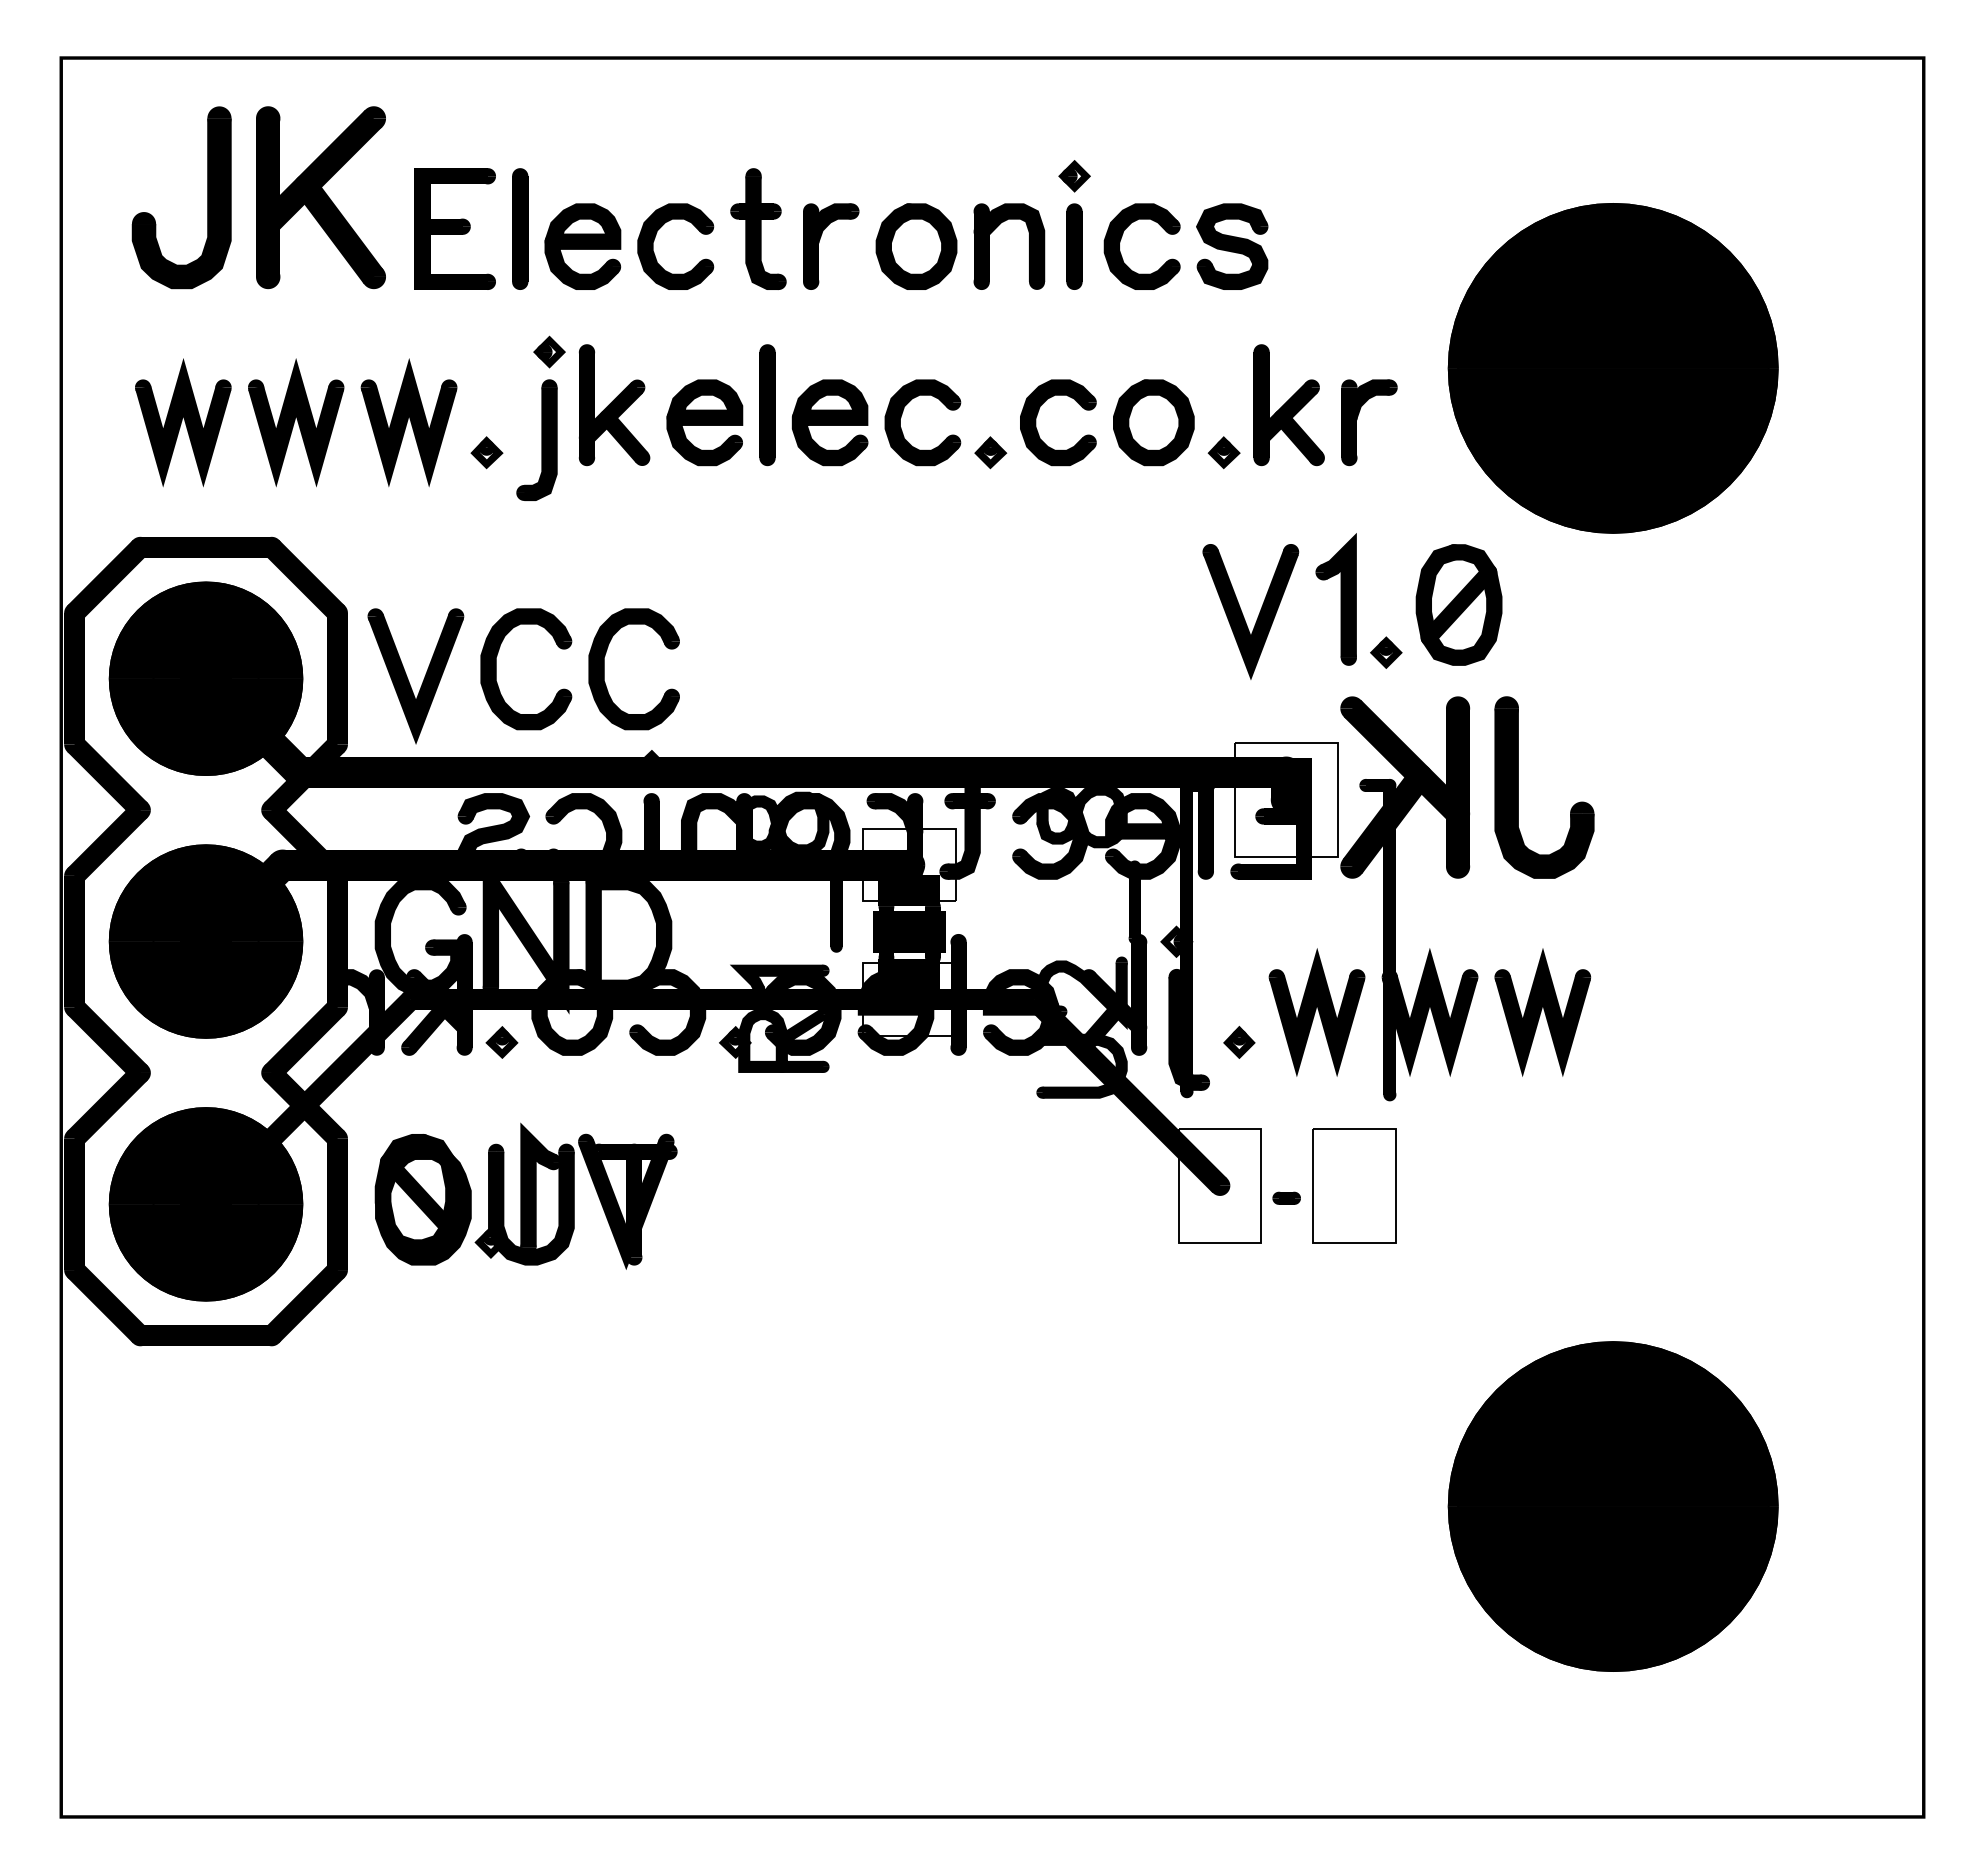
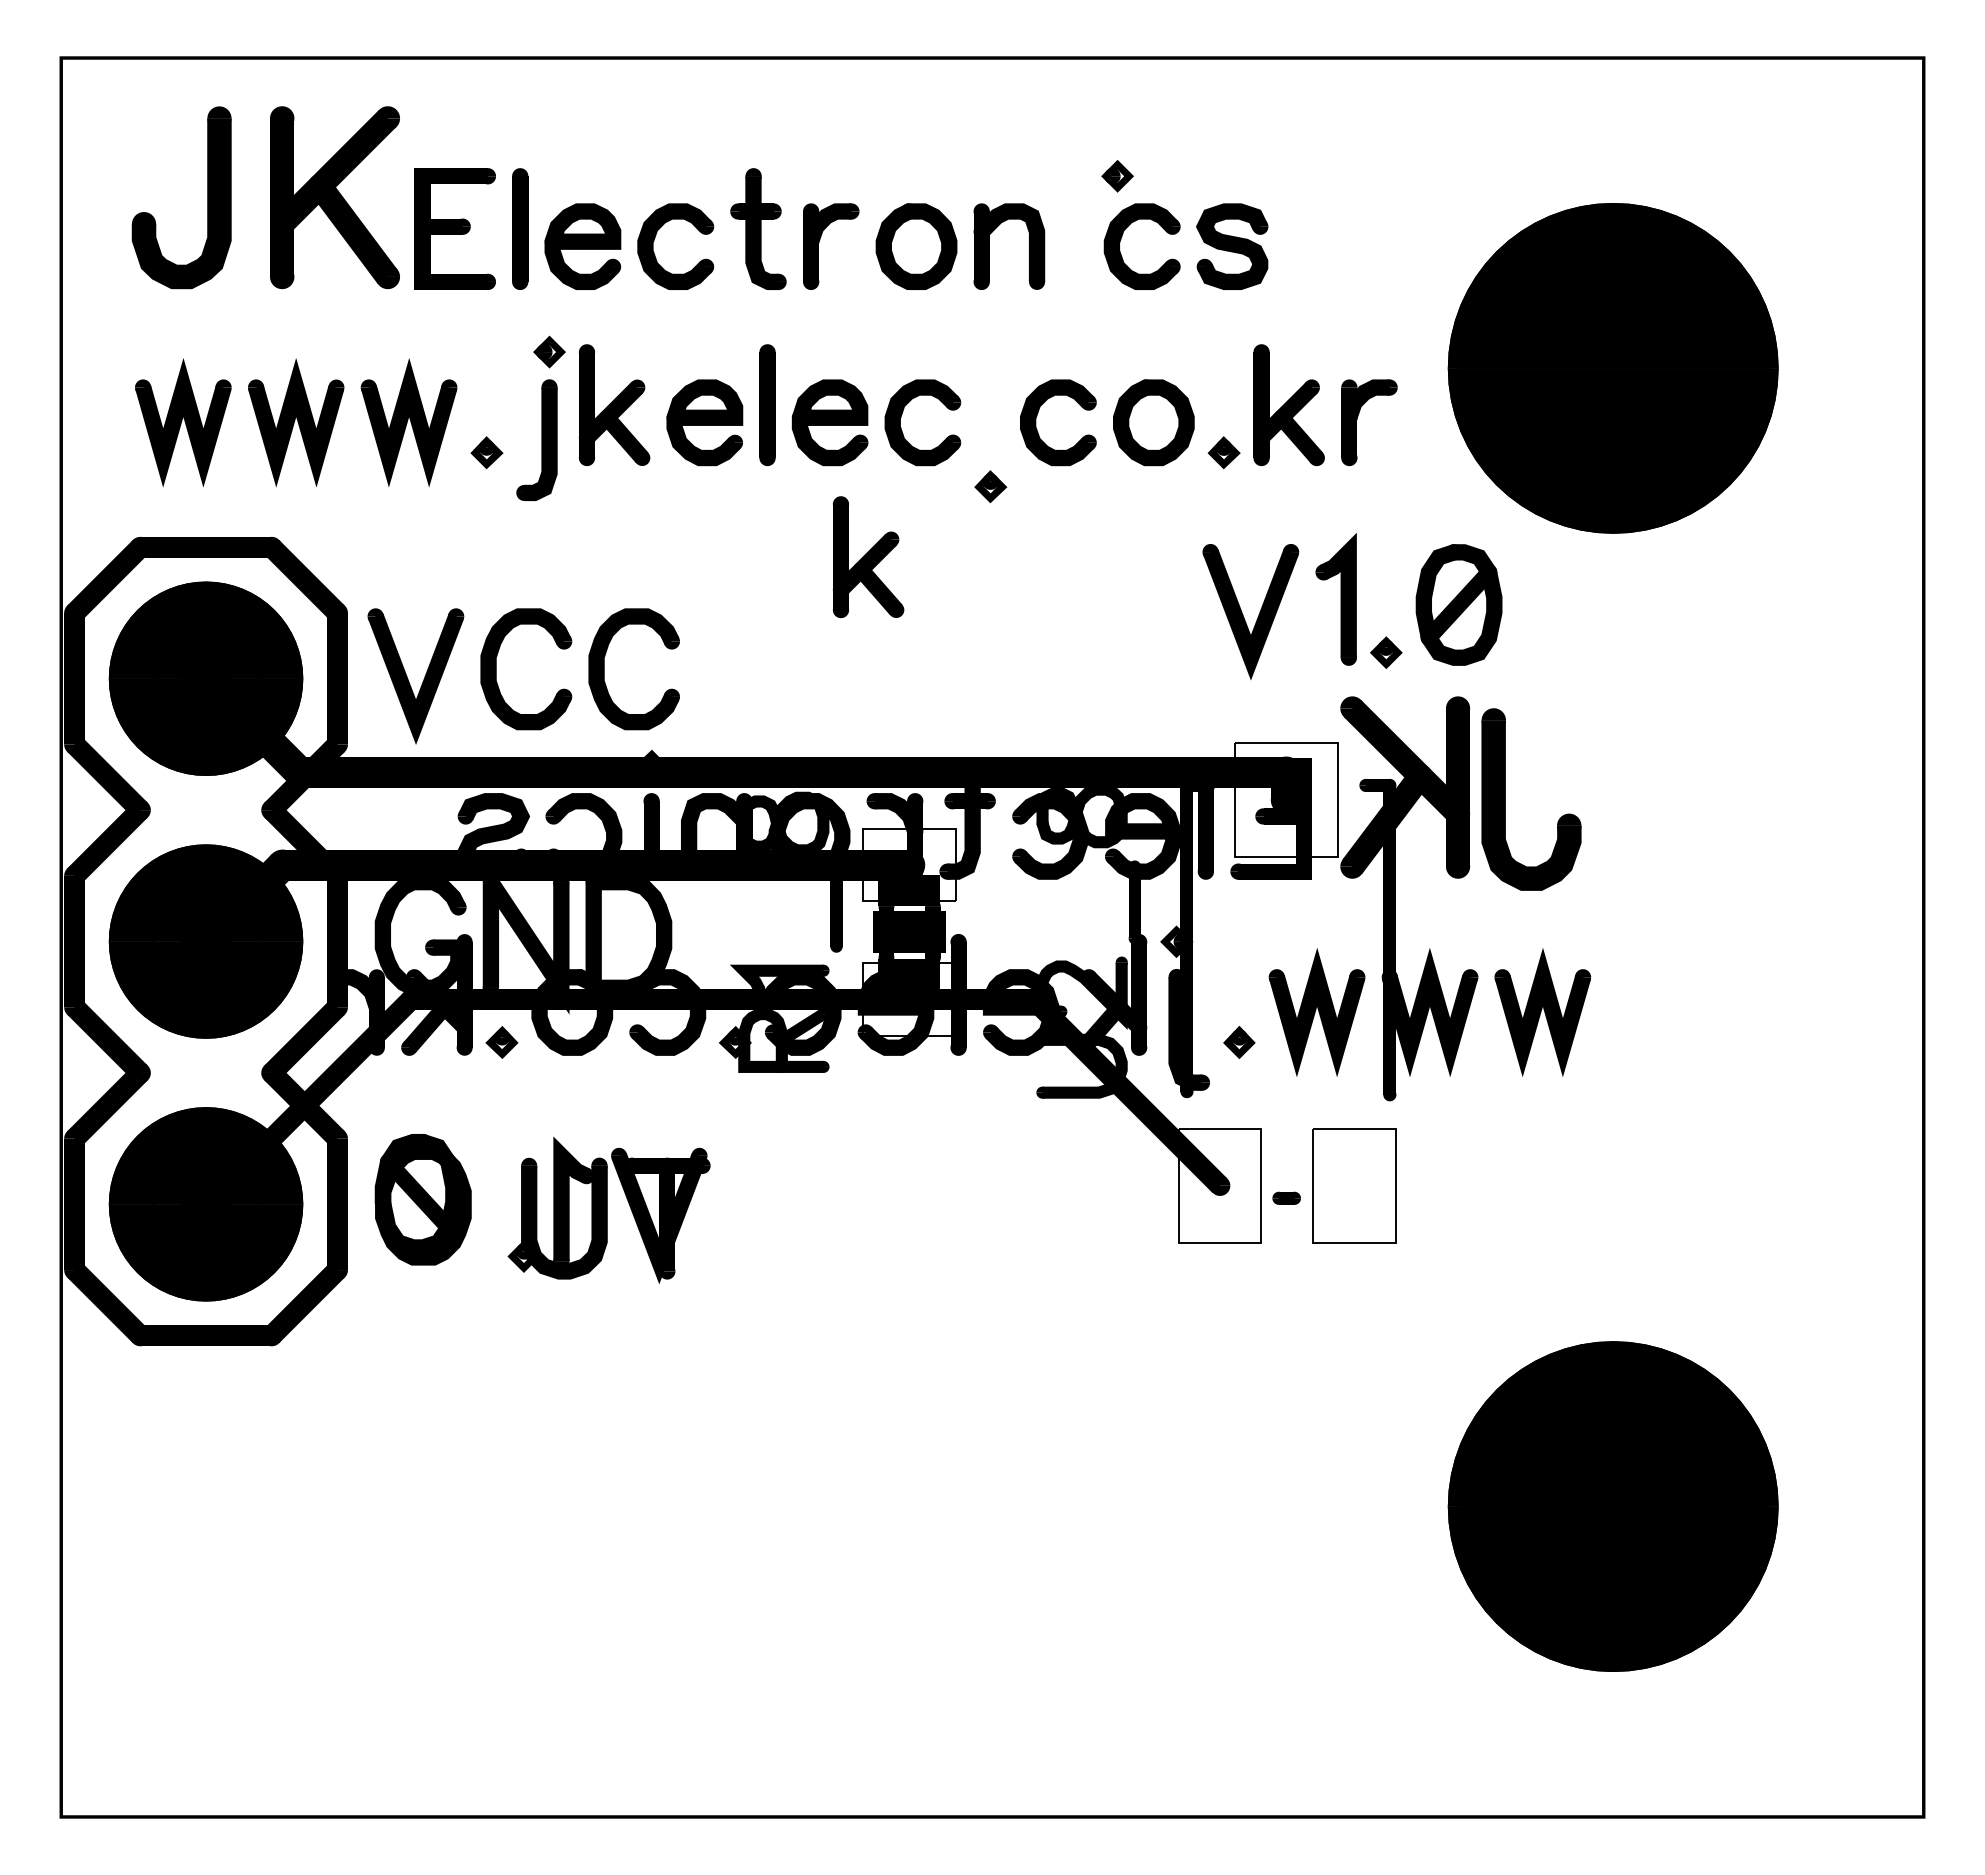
part at (1074, 176) position: (1074, 176) -> (1117, 176)
part at (320, 197) position: (320, 197) -> (334, 197)
part at (1074, 246): present -> none
part at (990, 452) position: (990, 452) -> (990, 486)
part at (868, 557): none -> present
part at (1518, 787) position: (1518, 787) -> (1505, 799)
part at (575, 1195) position: (575, 1195) -> (608, 1209)
